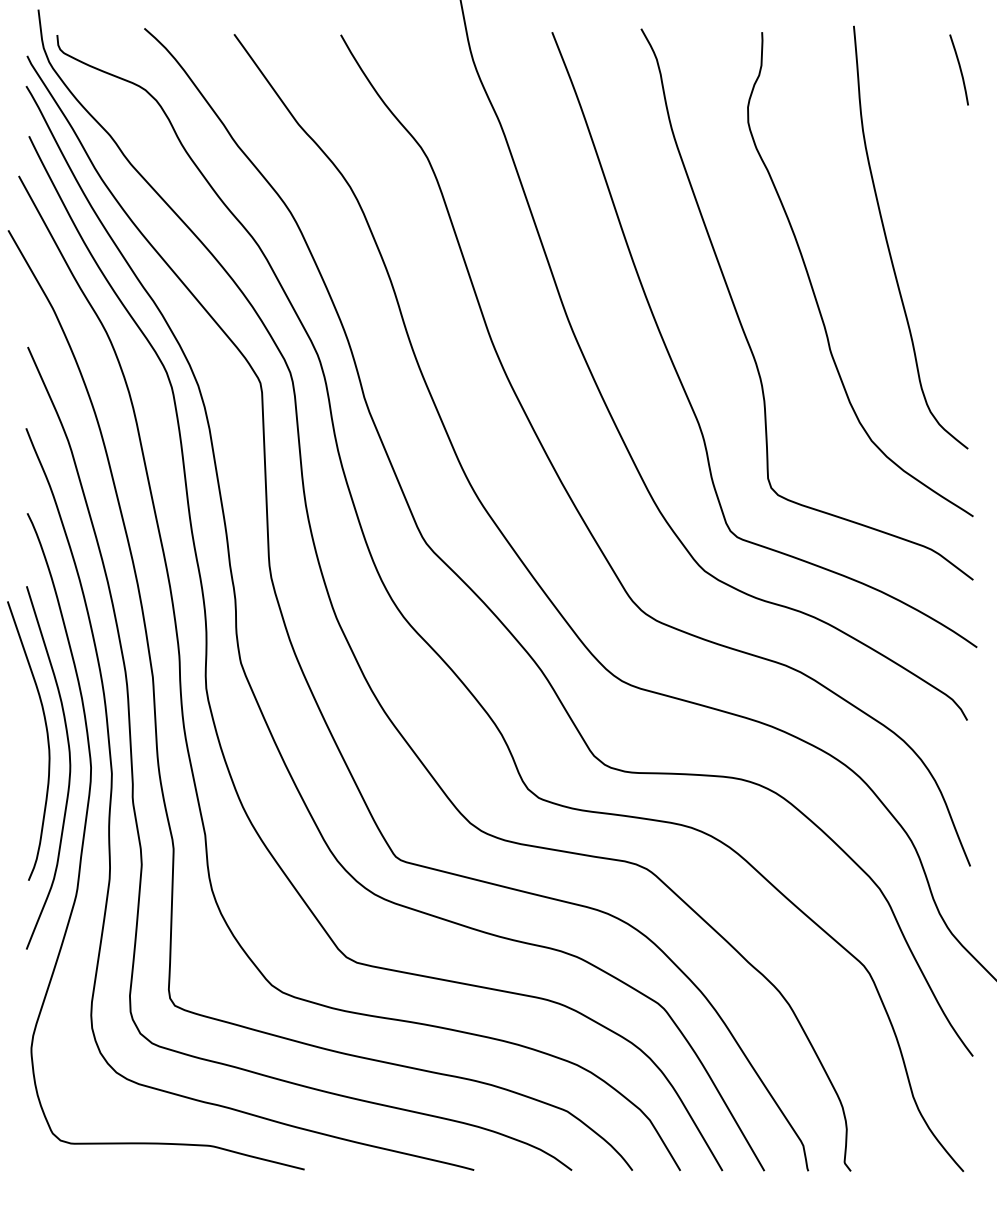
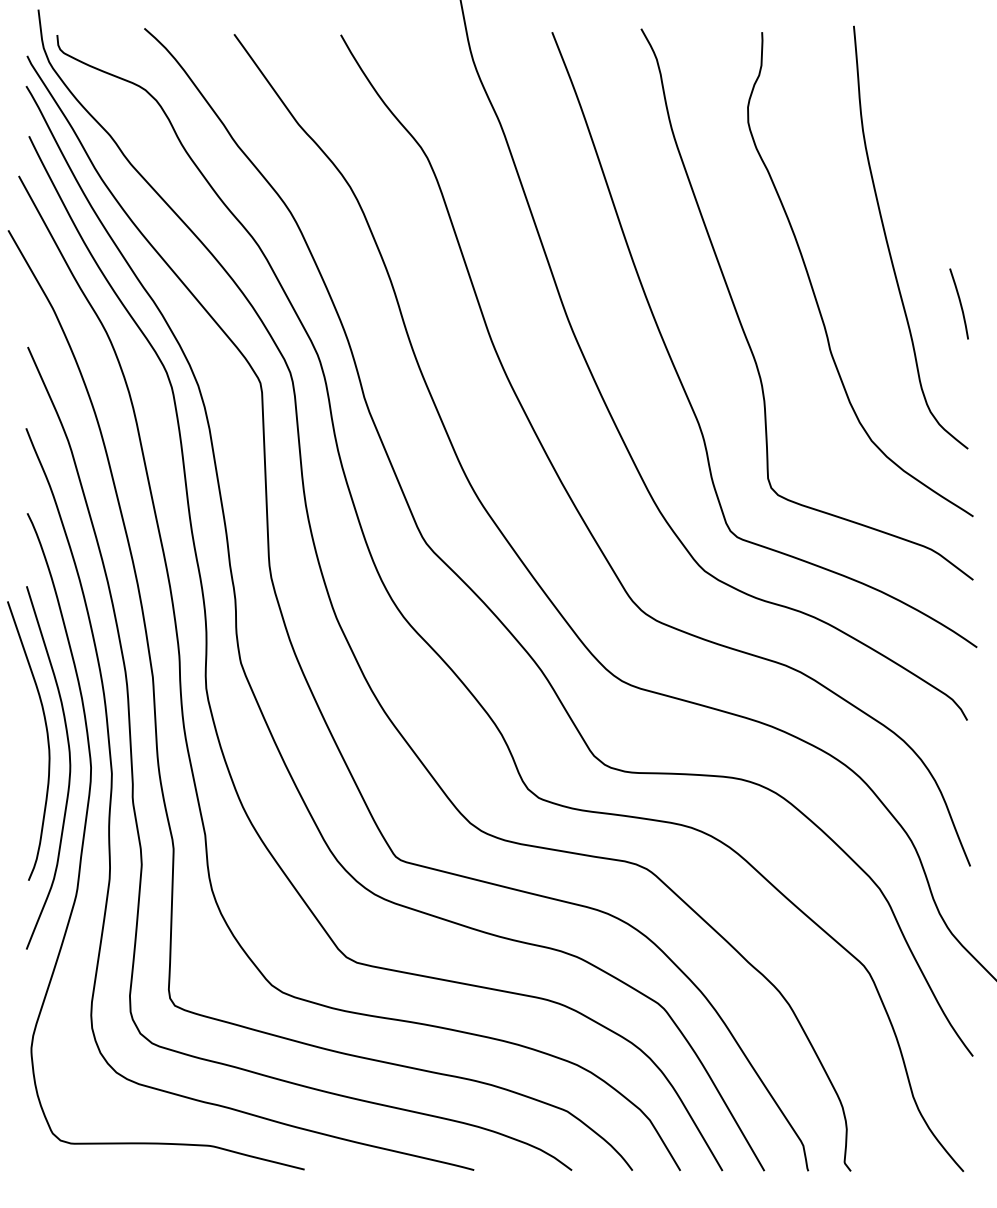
curve at (959, 69) position: (959, 69) -> (959, 303)
